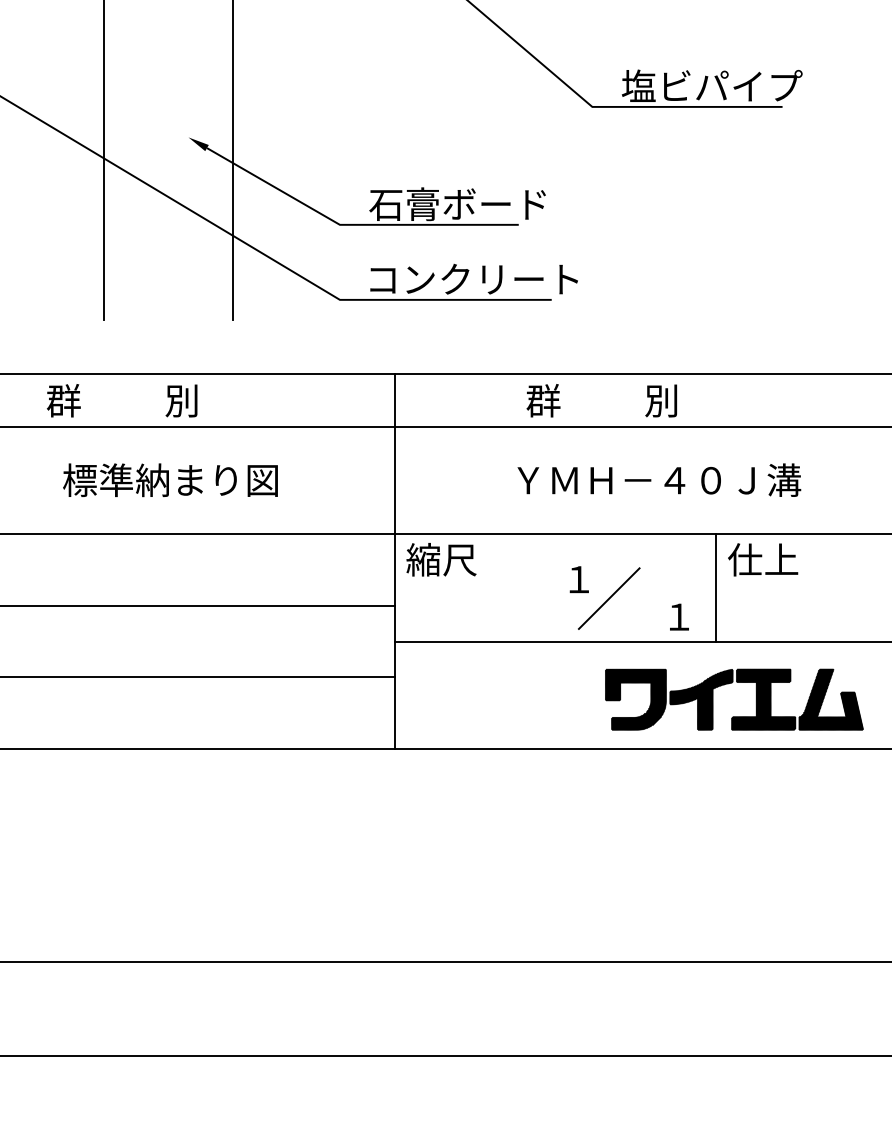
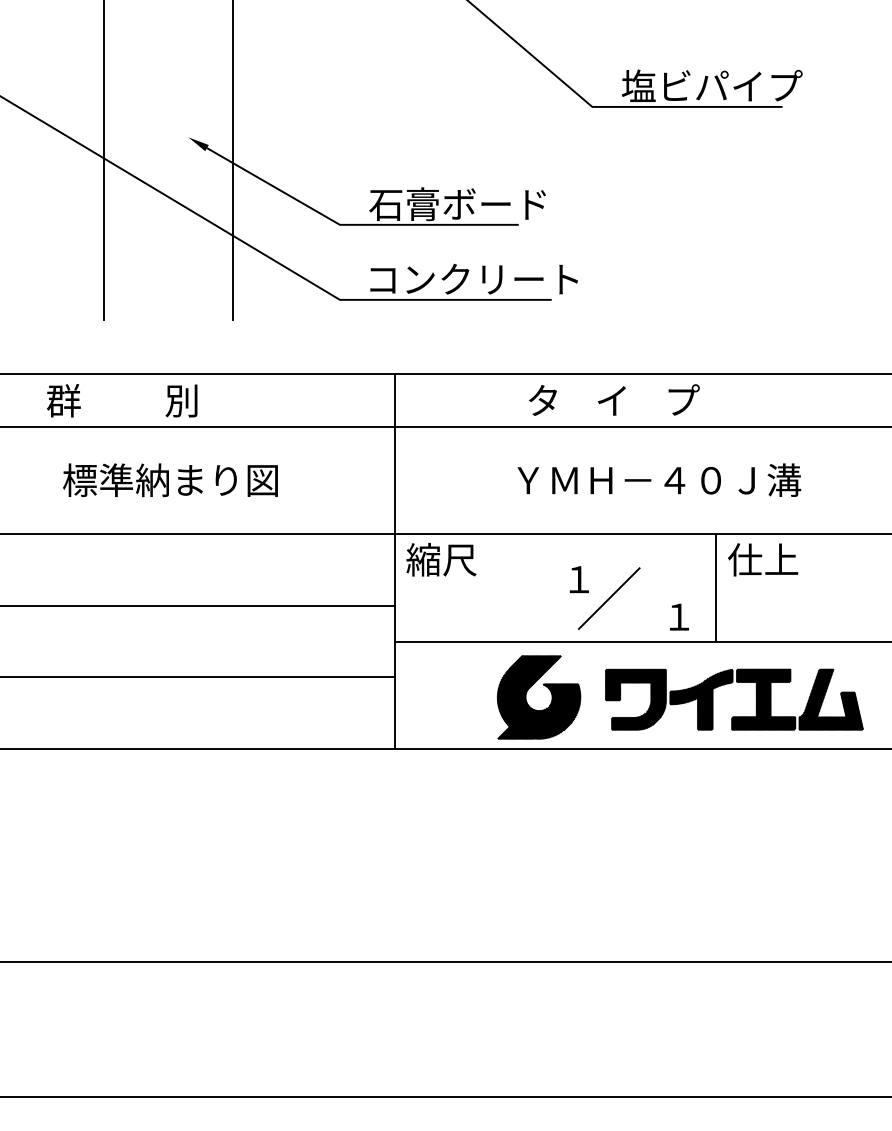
text at (612, 400): 群          別 -> タ    イ    プ
part at (551, 697): none -> present
line at (445, 1056) position: (445, 1056) -> (445, 1097)
